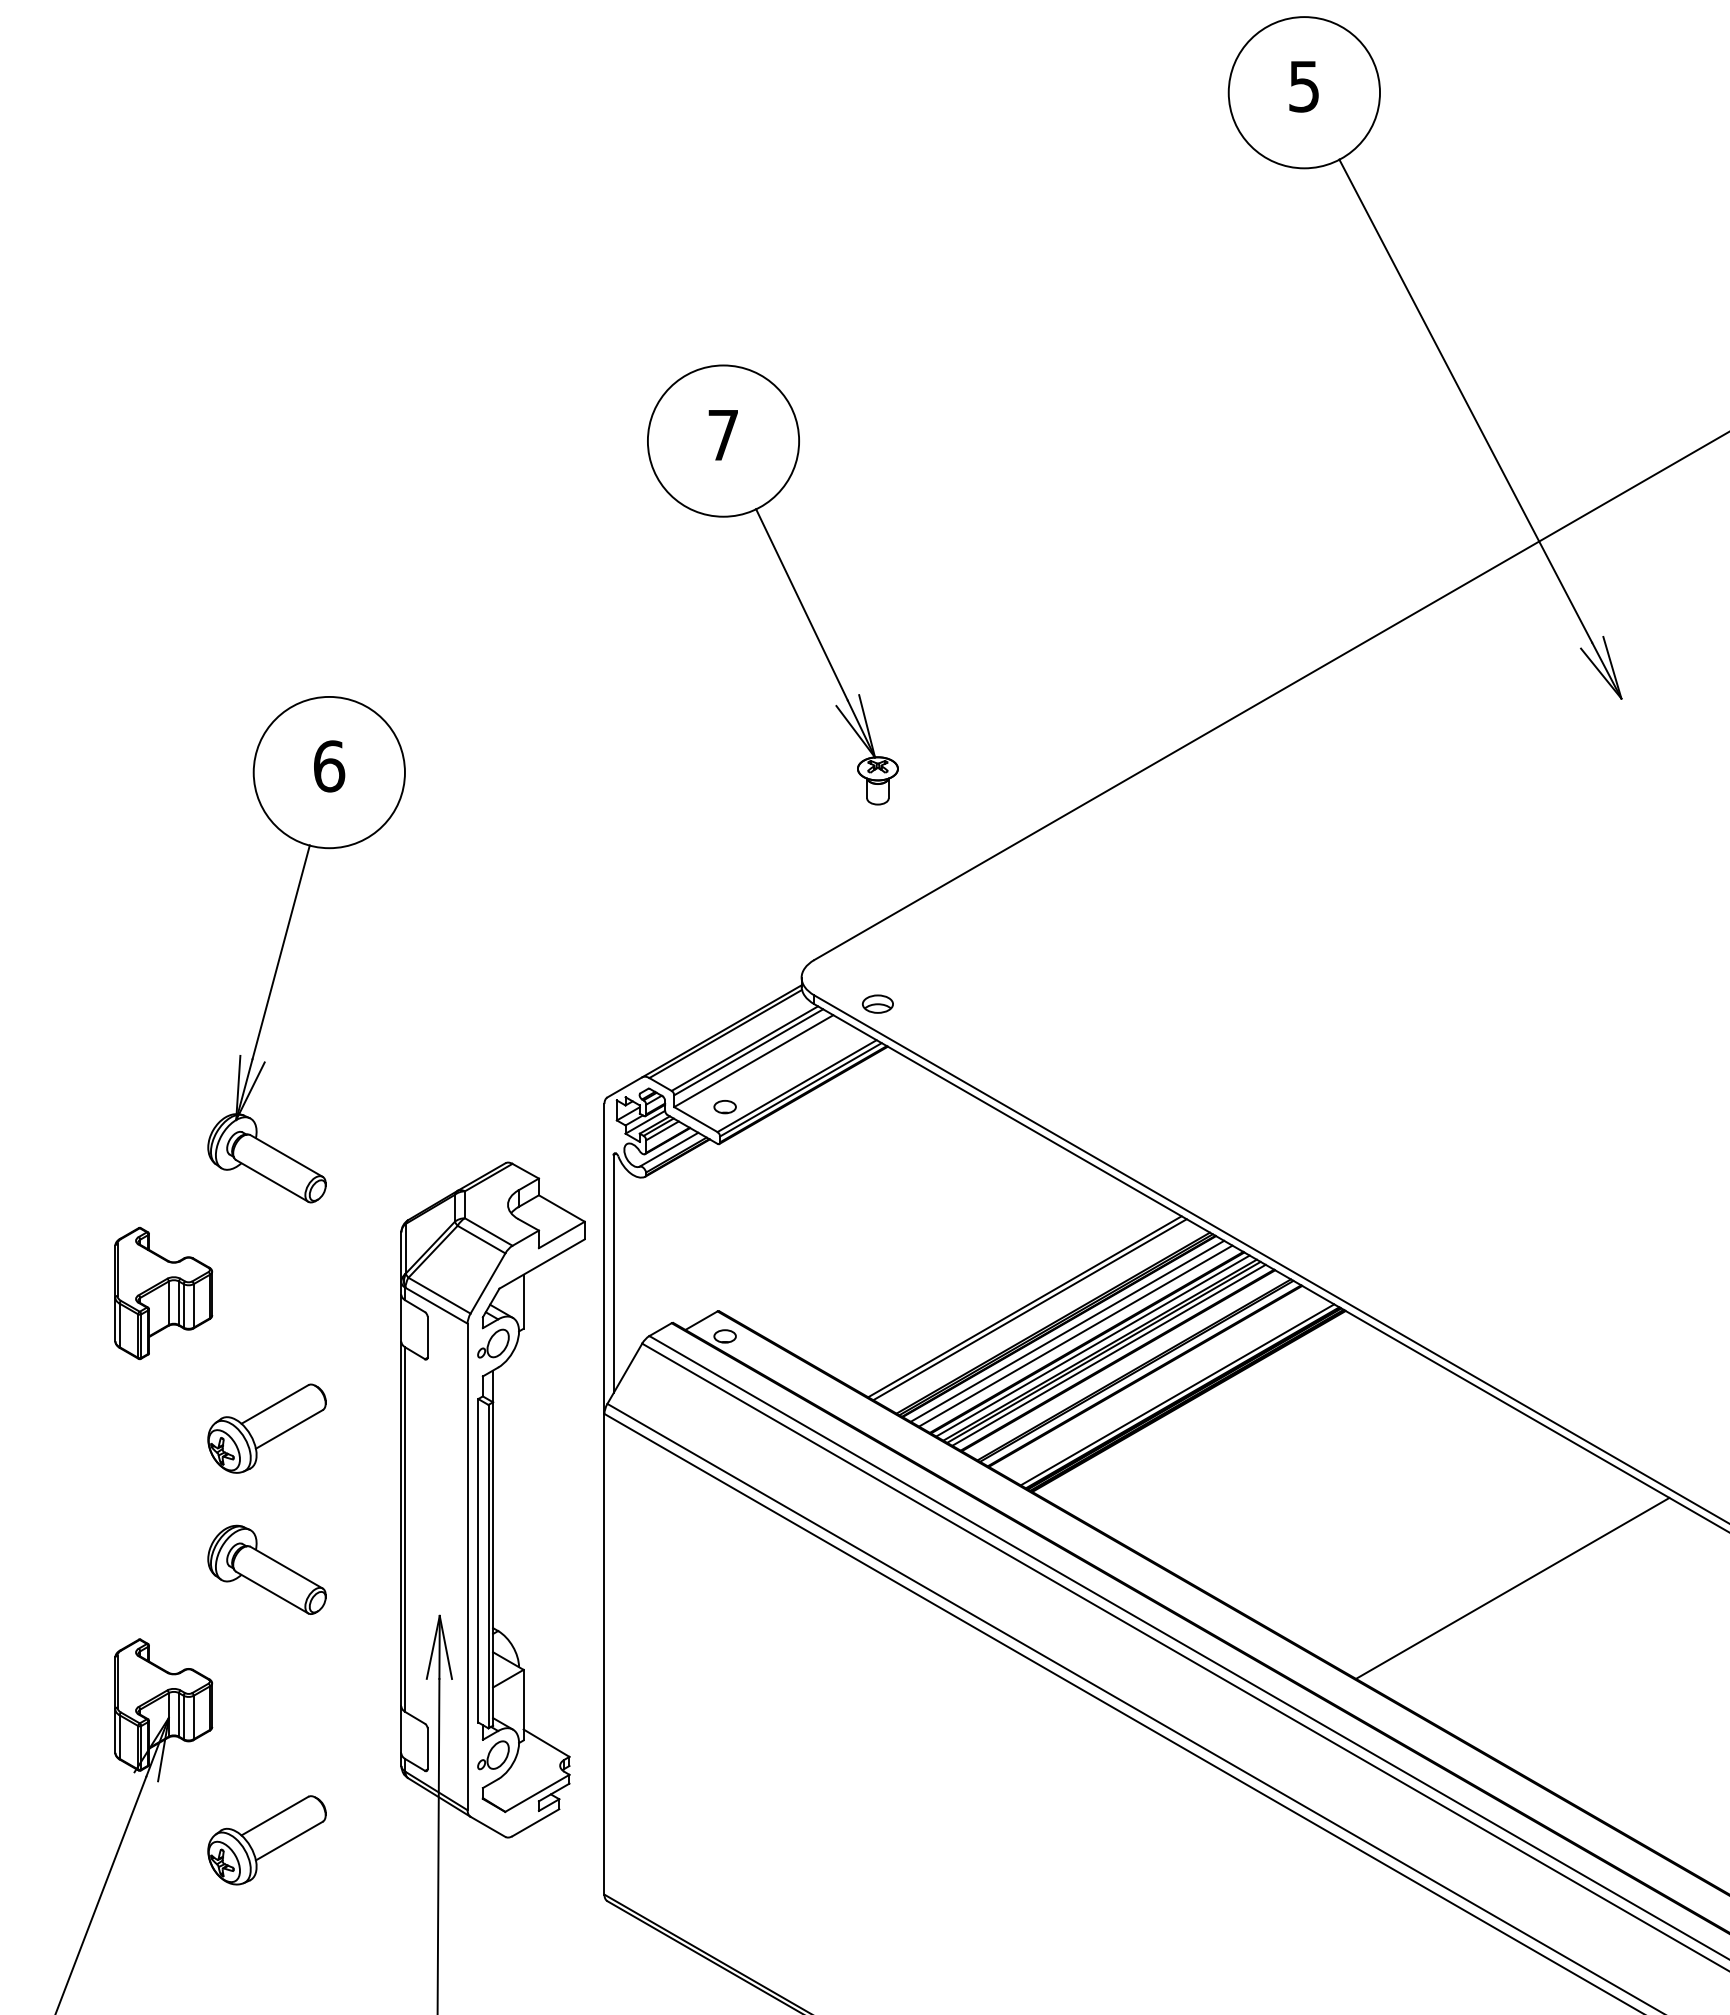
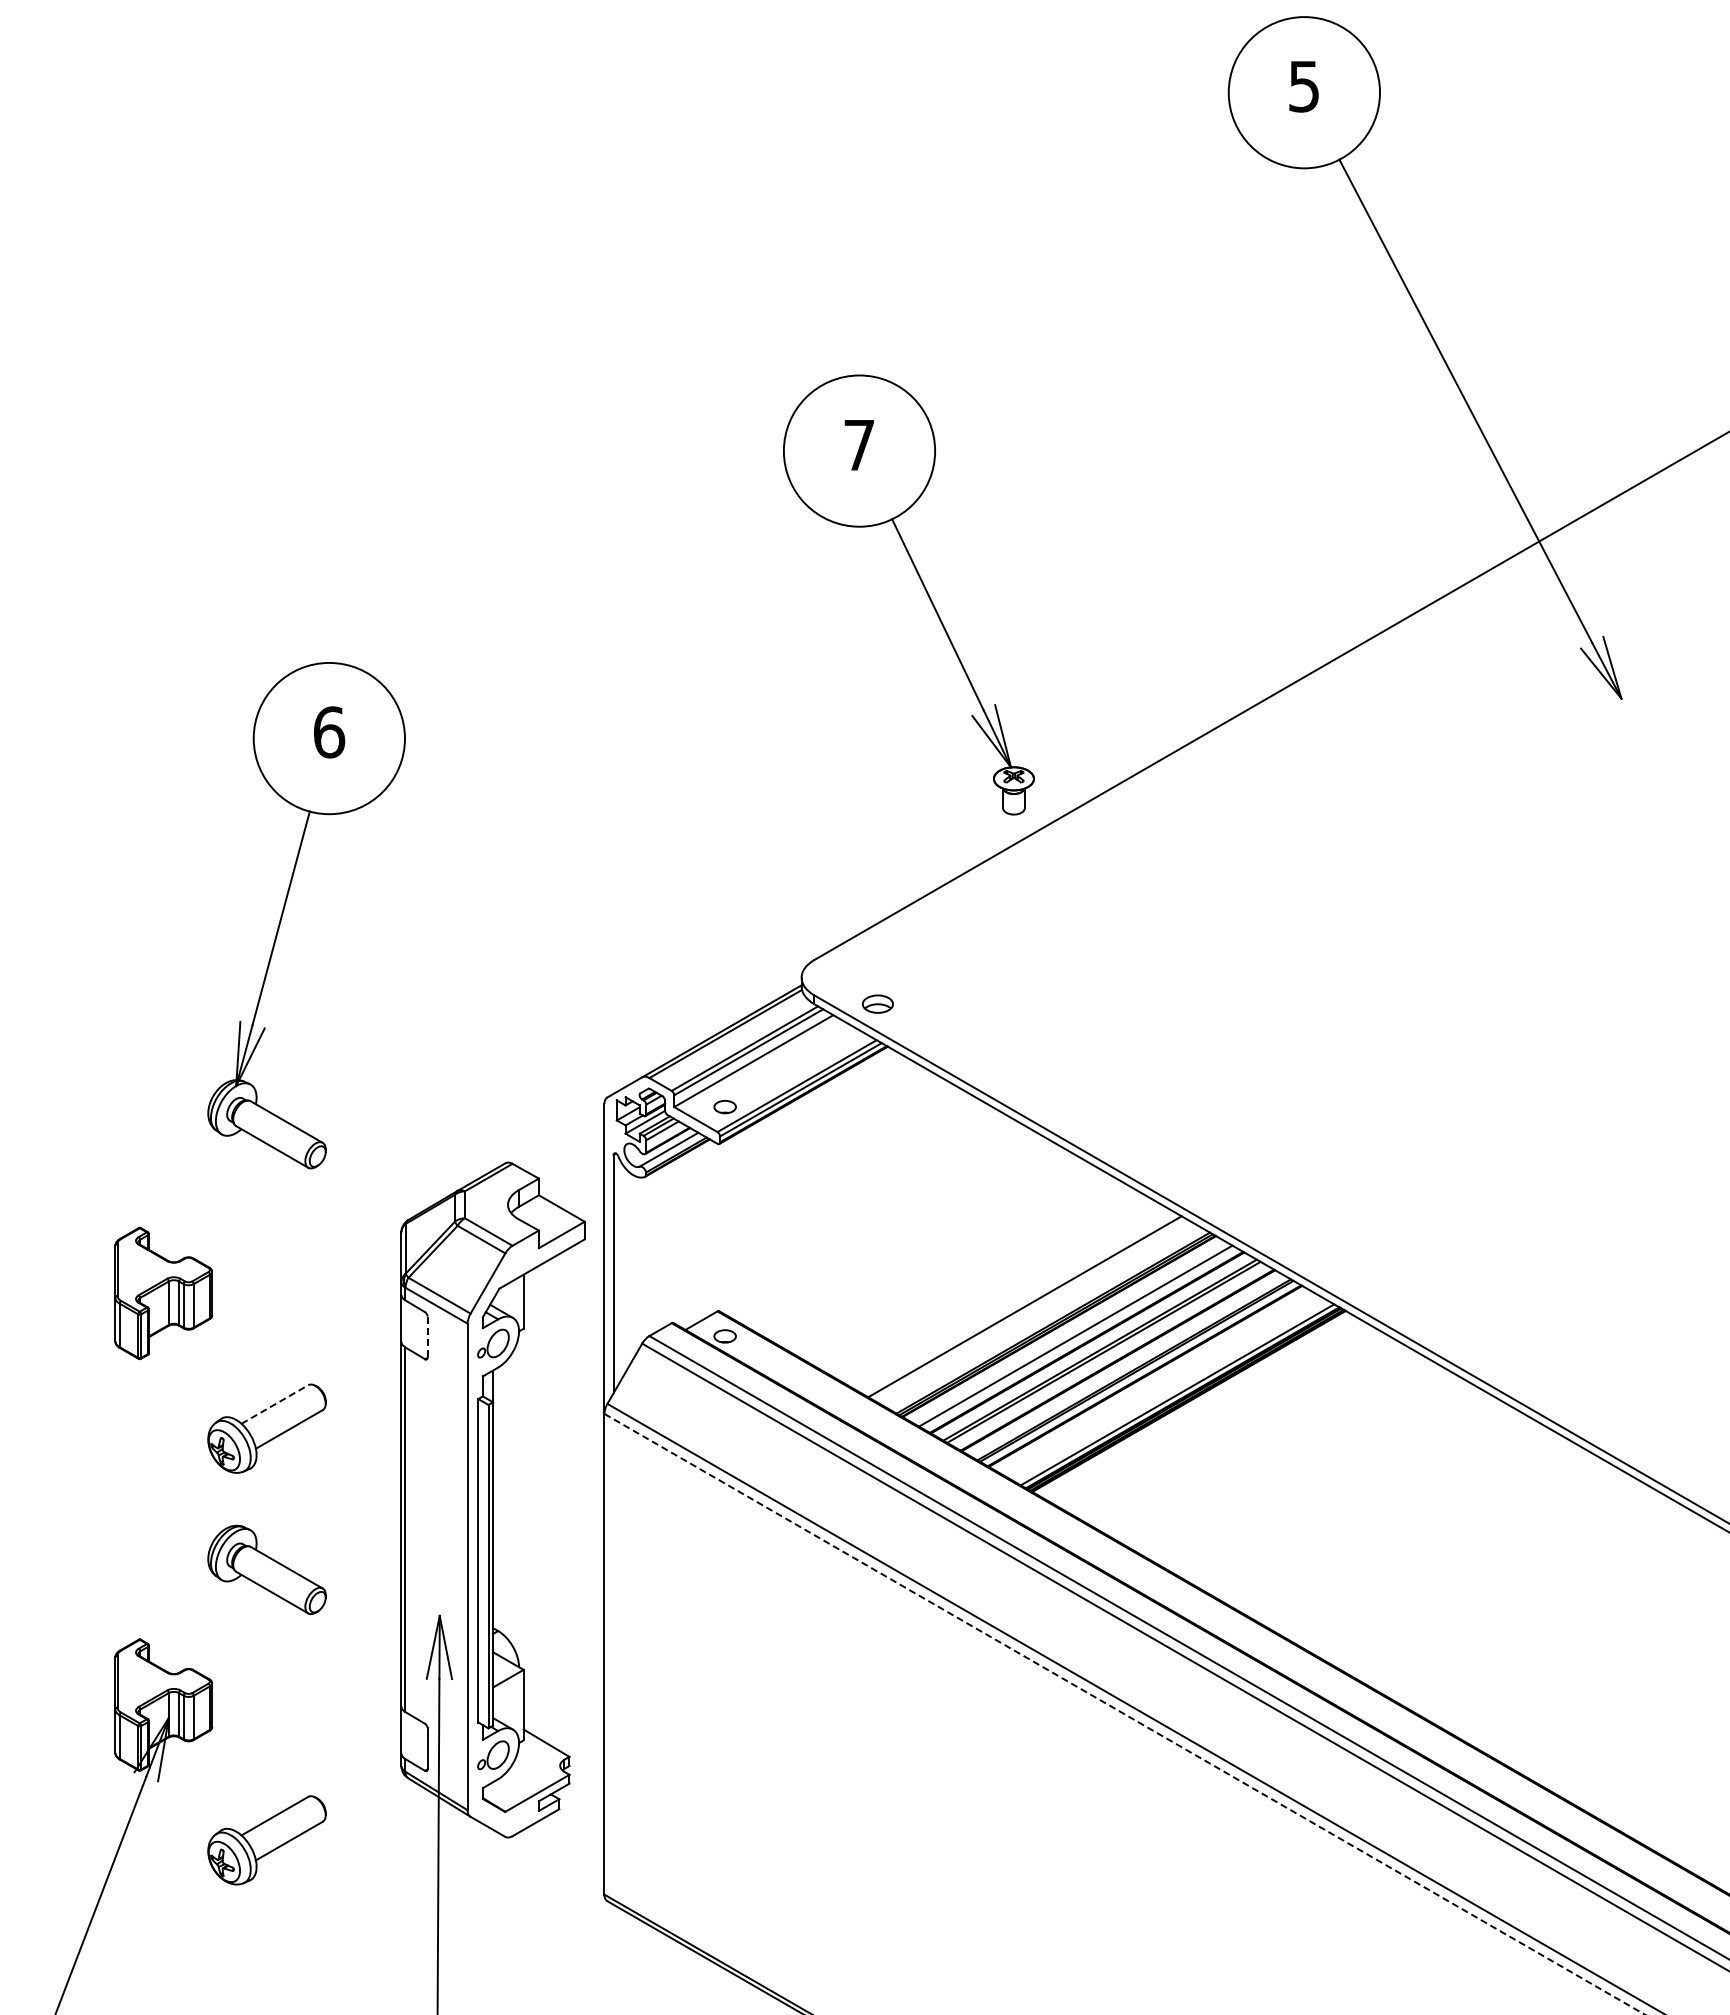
part at (787, 577) position: (787, 577) -> (923, 587)
part at (284, 944) position: (284, 944) -> (284, 910)
line at (1029, 1309): present -> none
line at (1067, 1330): present -> none
line at (427, 1337): solid -> dashed
line at (1092, 1345): present -> none
line at (1108, 1354): present -> none
line at (274, 1404): solid -> dashed
line at (1512, 1587): present -> none
line at (1124, 1714): solid -> dashed
